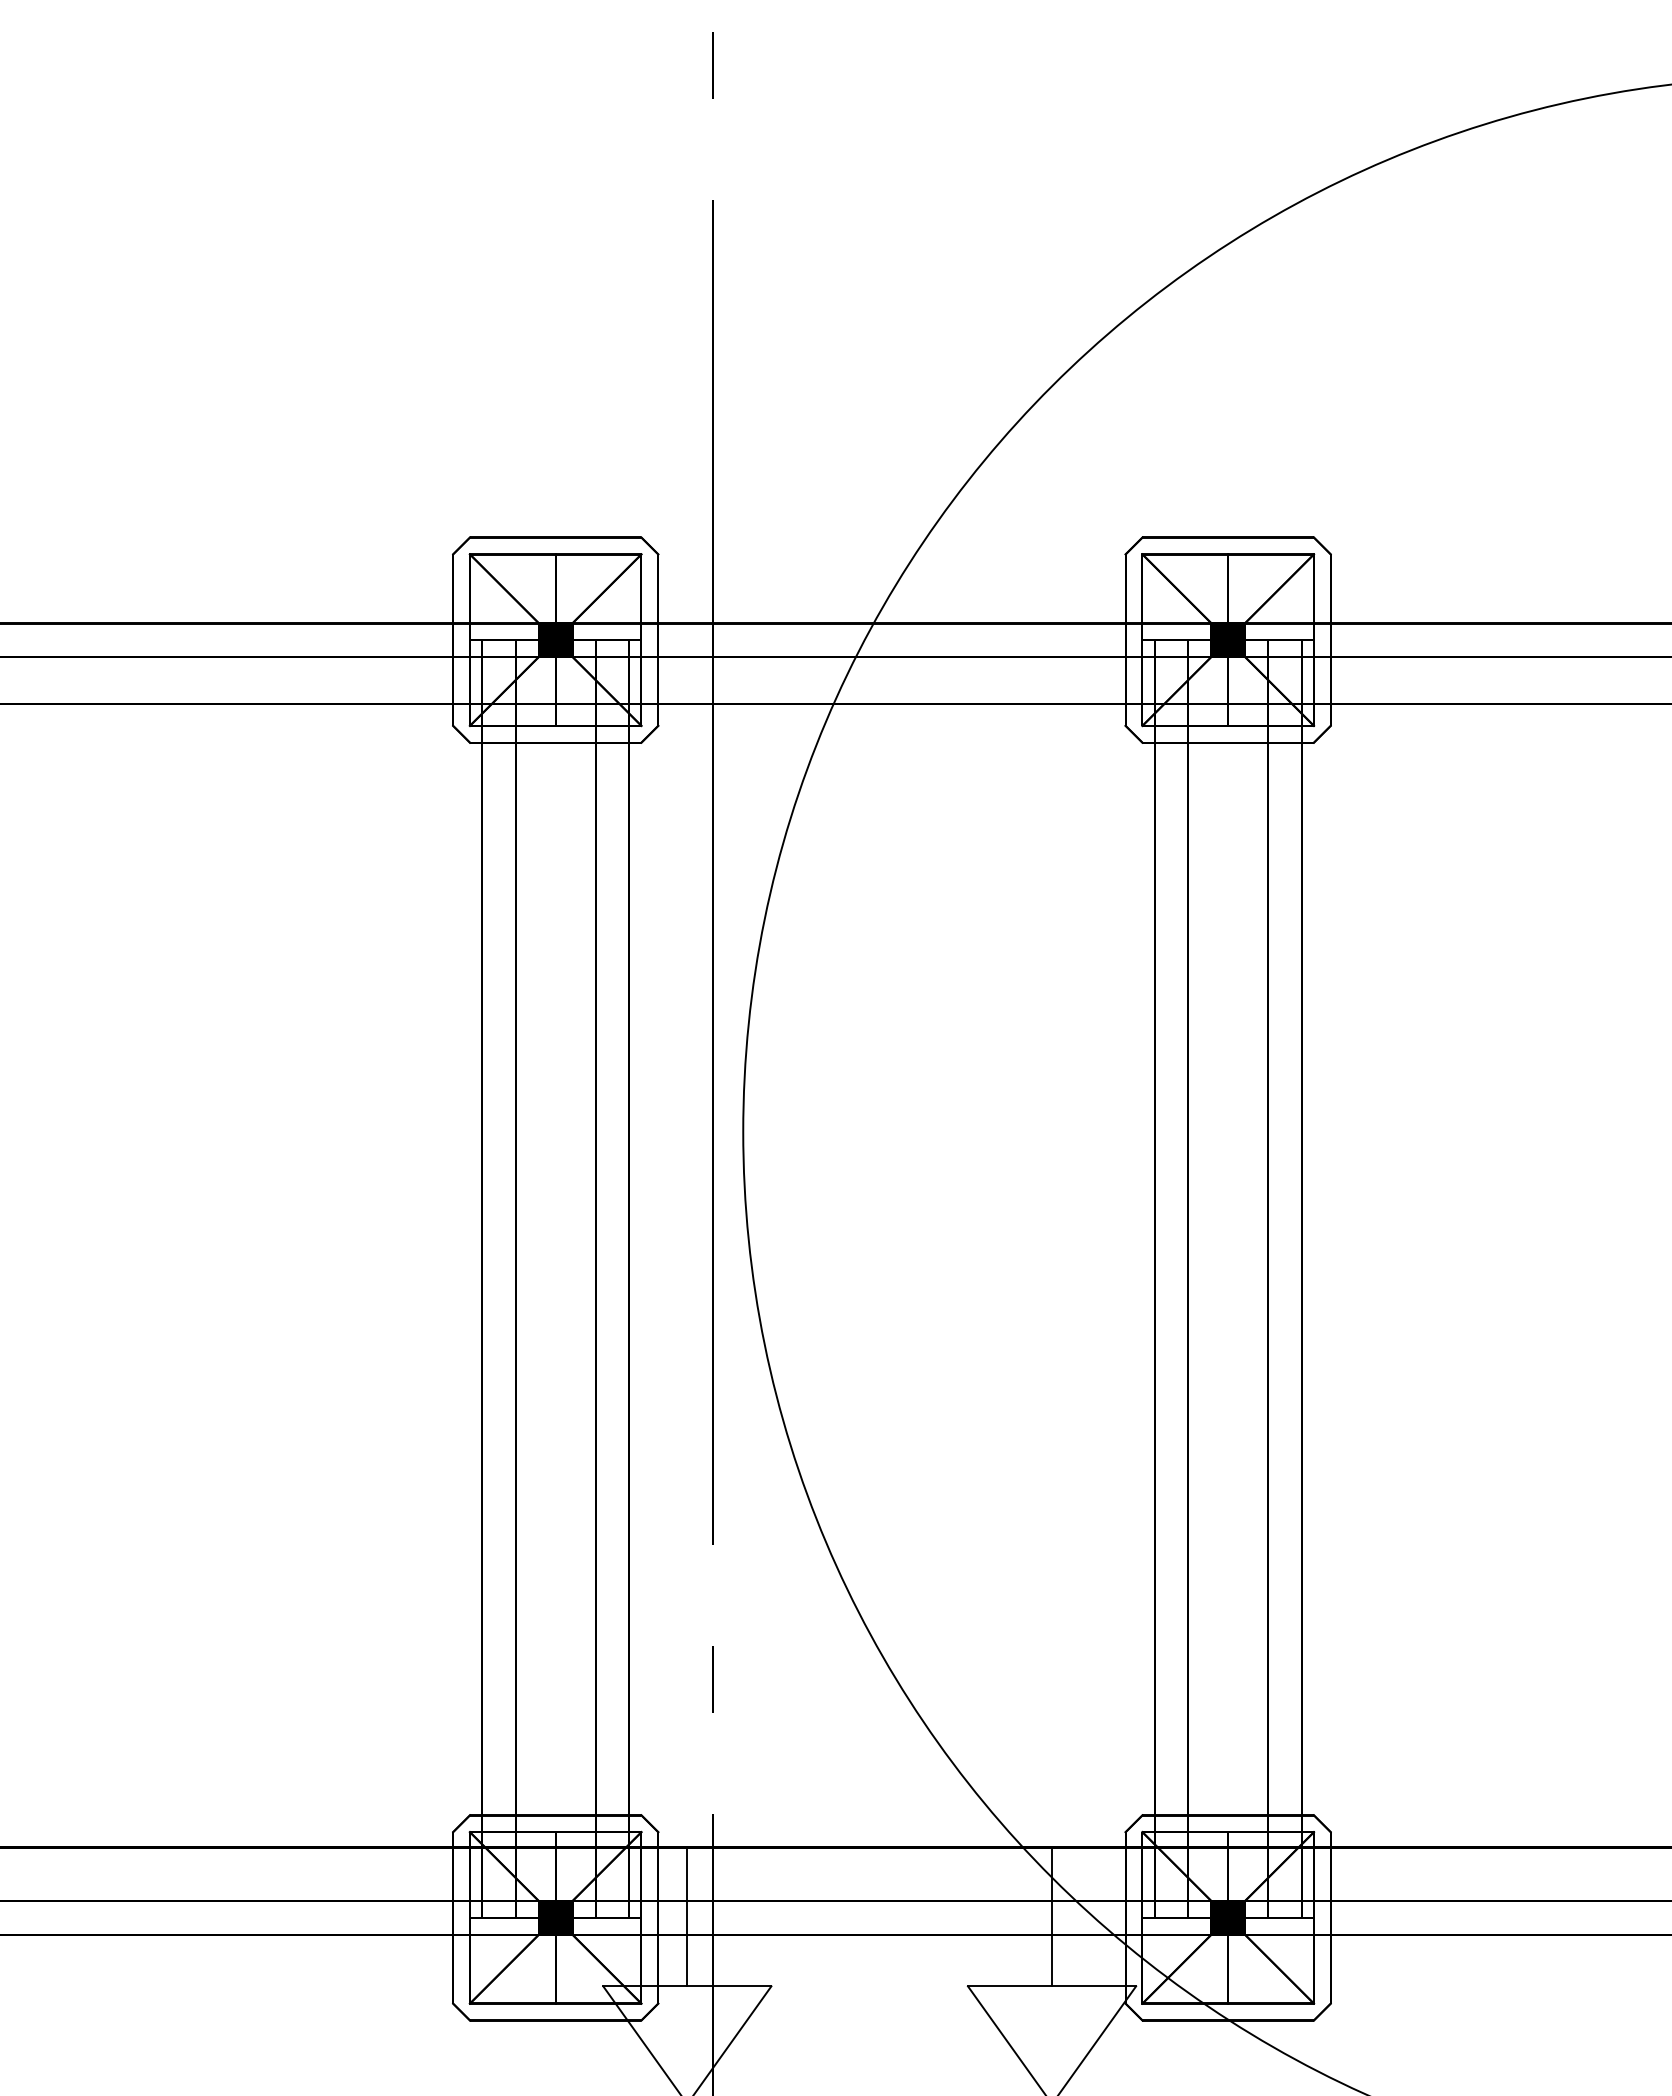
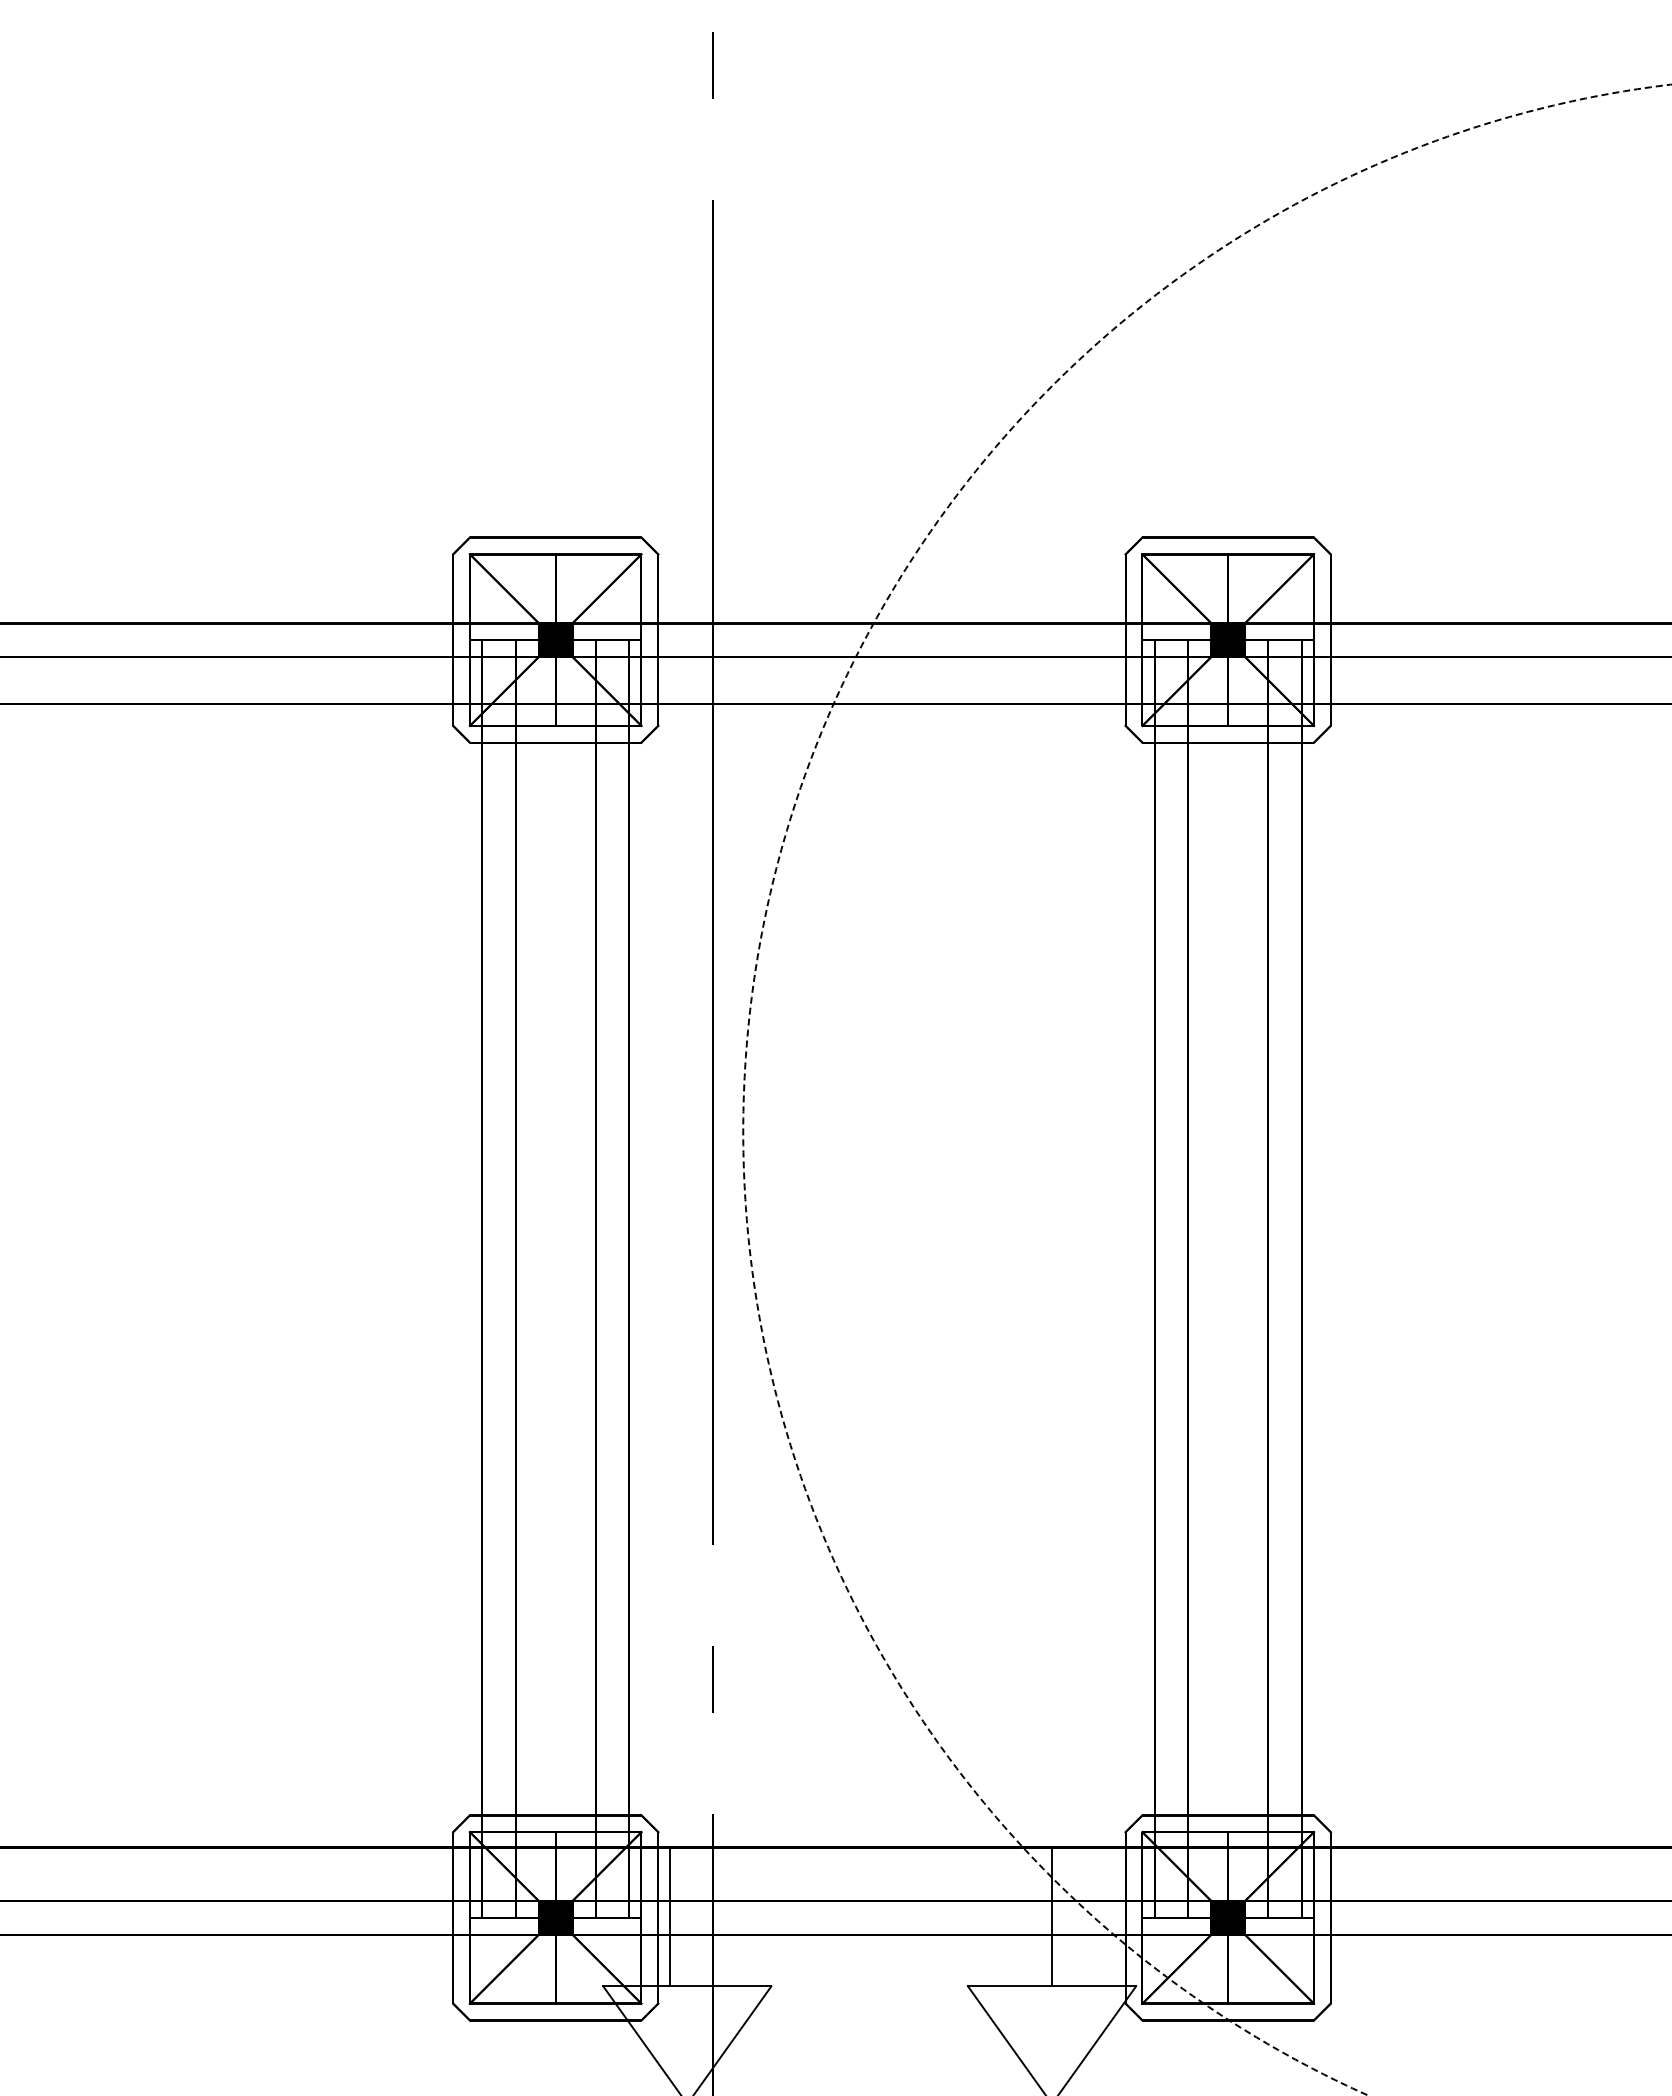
circle at (1207, 1089): solid -> dashed
line at (687, 1916) position: (687, 1916) -> (670, 1916)
